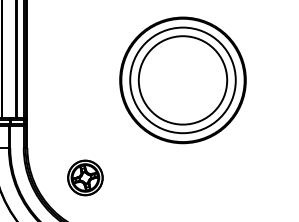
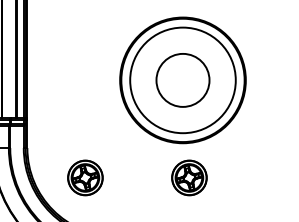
circle at (182, 80) diameter: 88 px -> 53 px
part at (189, 177): none -> present
